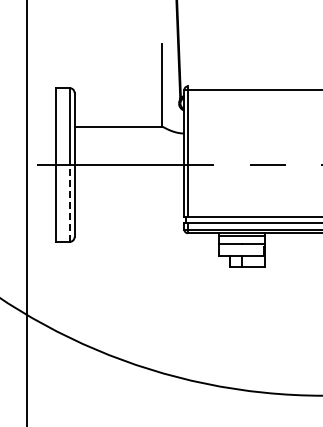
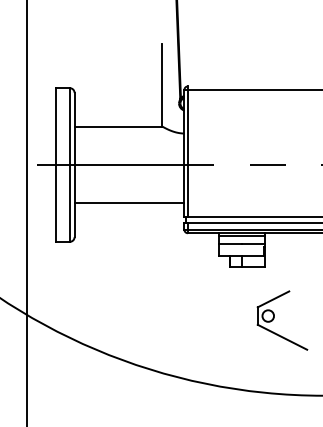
line at (69, 202): dashed -> solid
line at (129, 203): none -> present
part at (274, 318): none -> present
